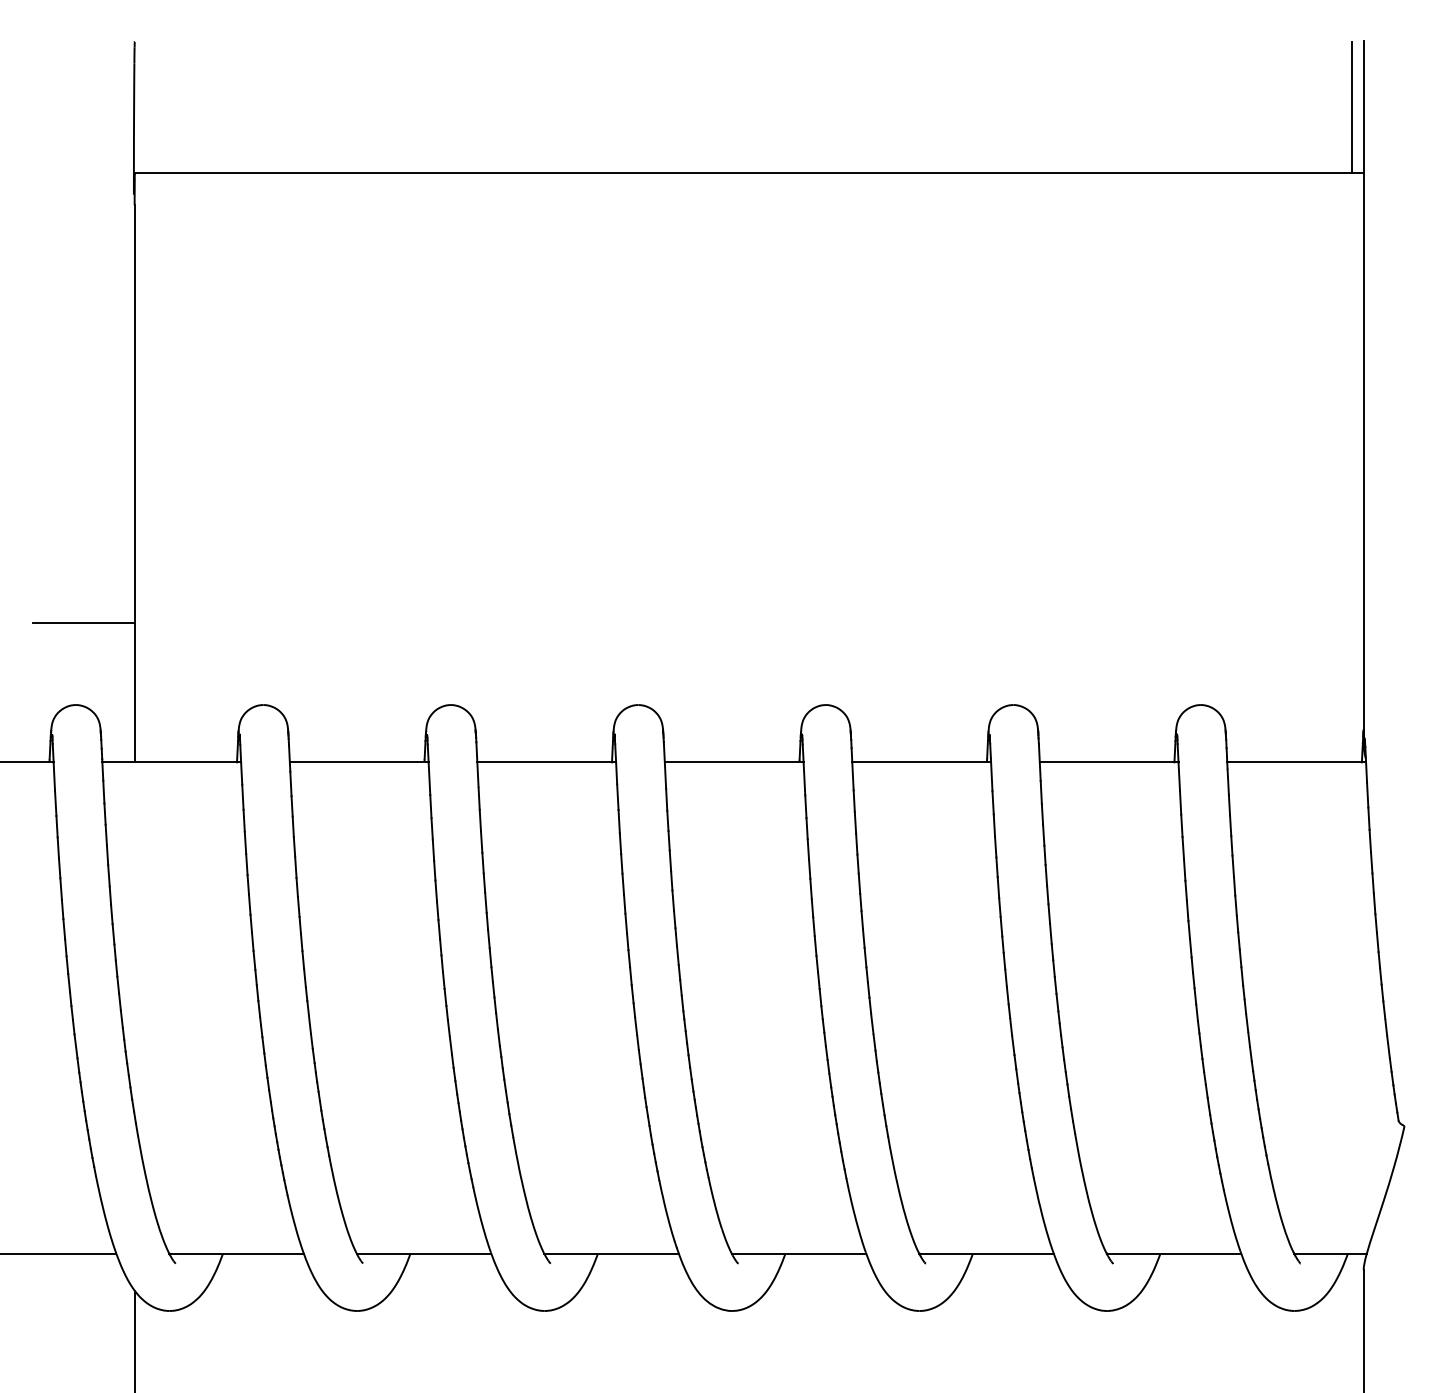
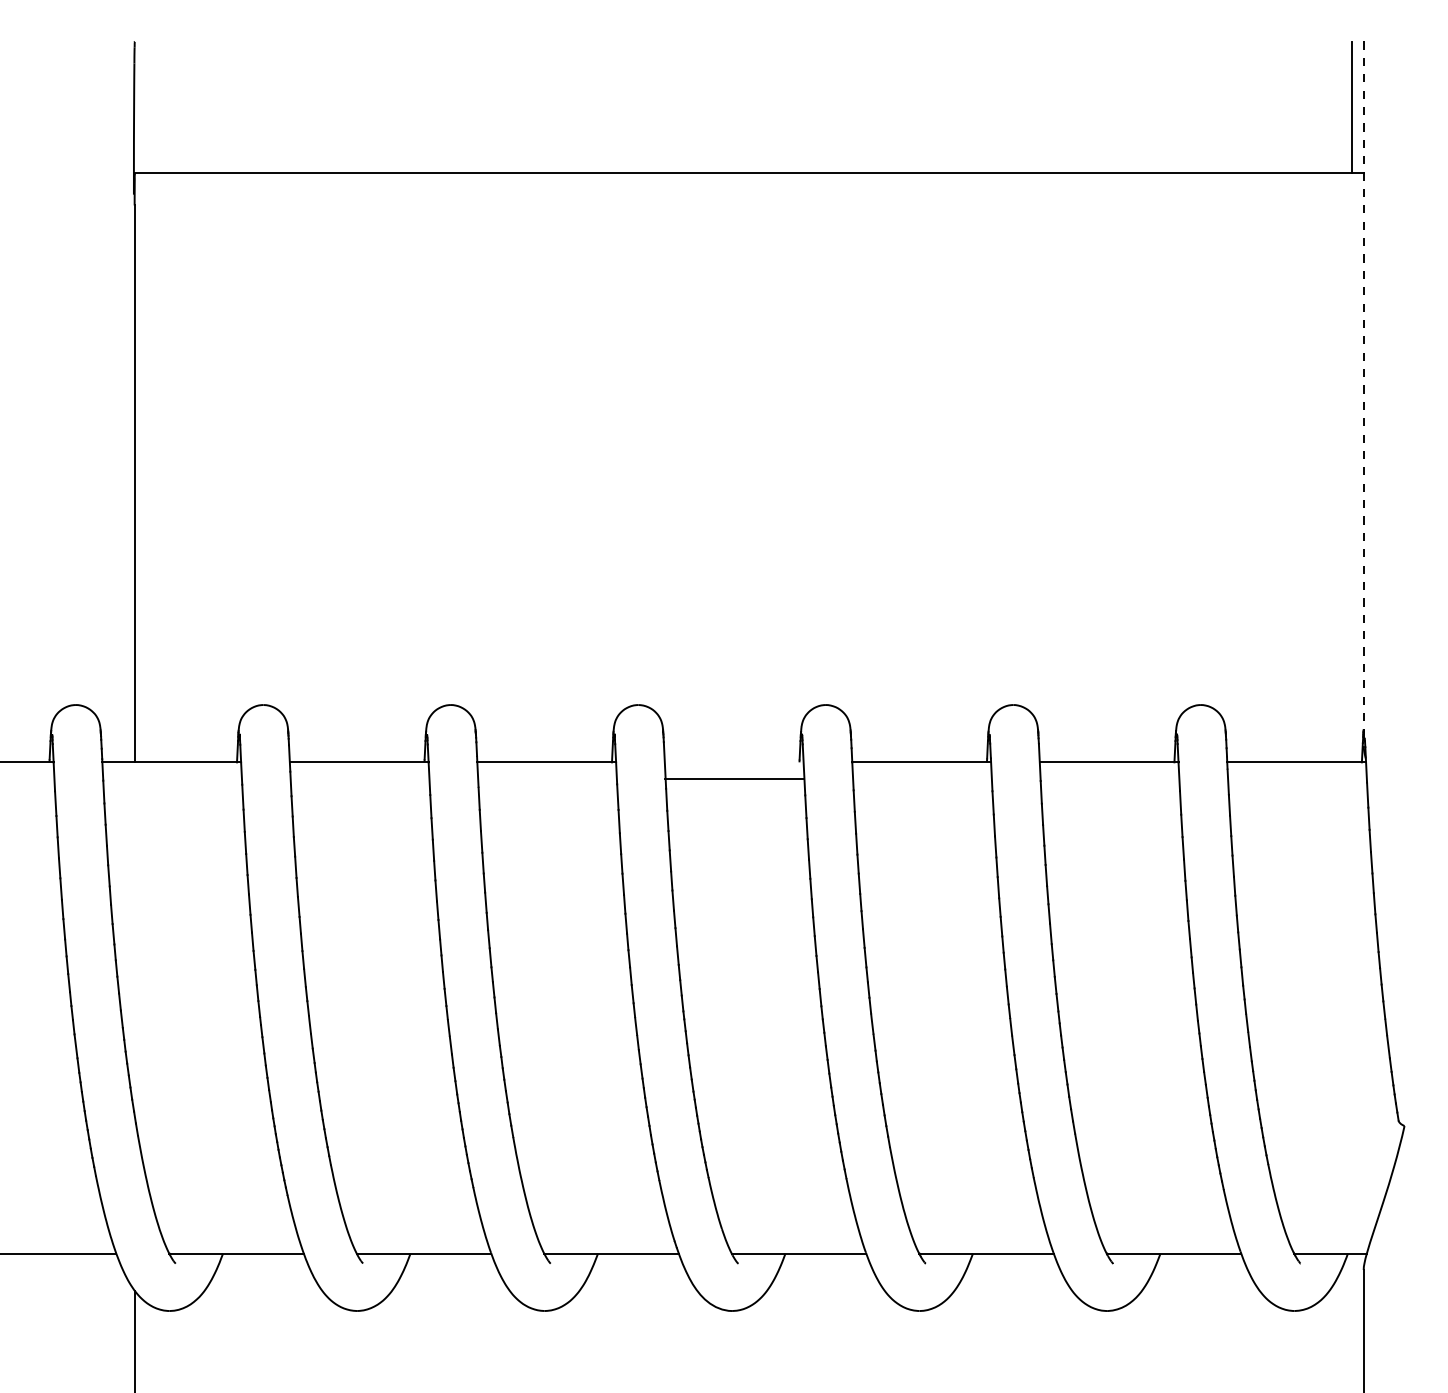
line at (1363, 394): solid -> dashed
line at (83, 623): present -> none
line at (733, 762) position: (733, 762) -> (733, 779)
